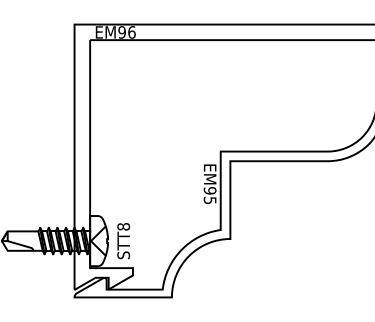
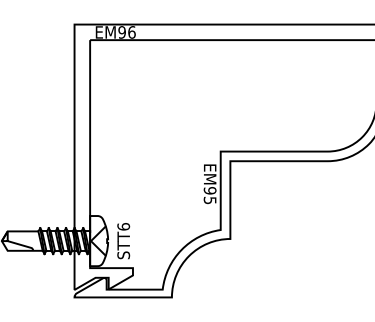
text at (123, 226): STT8 -> STT6
